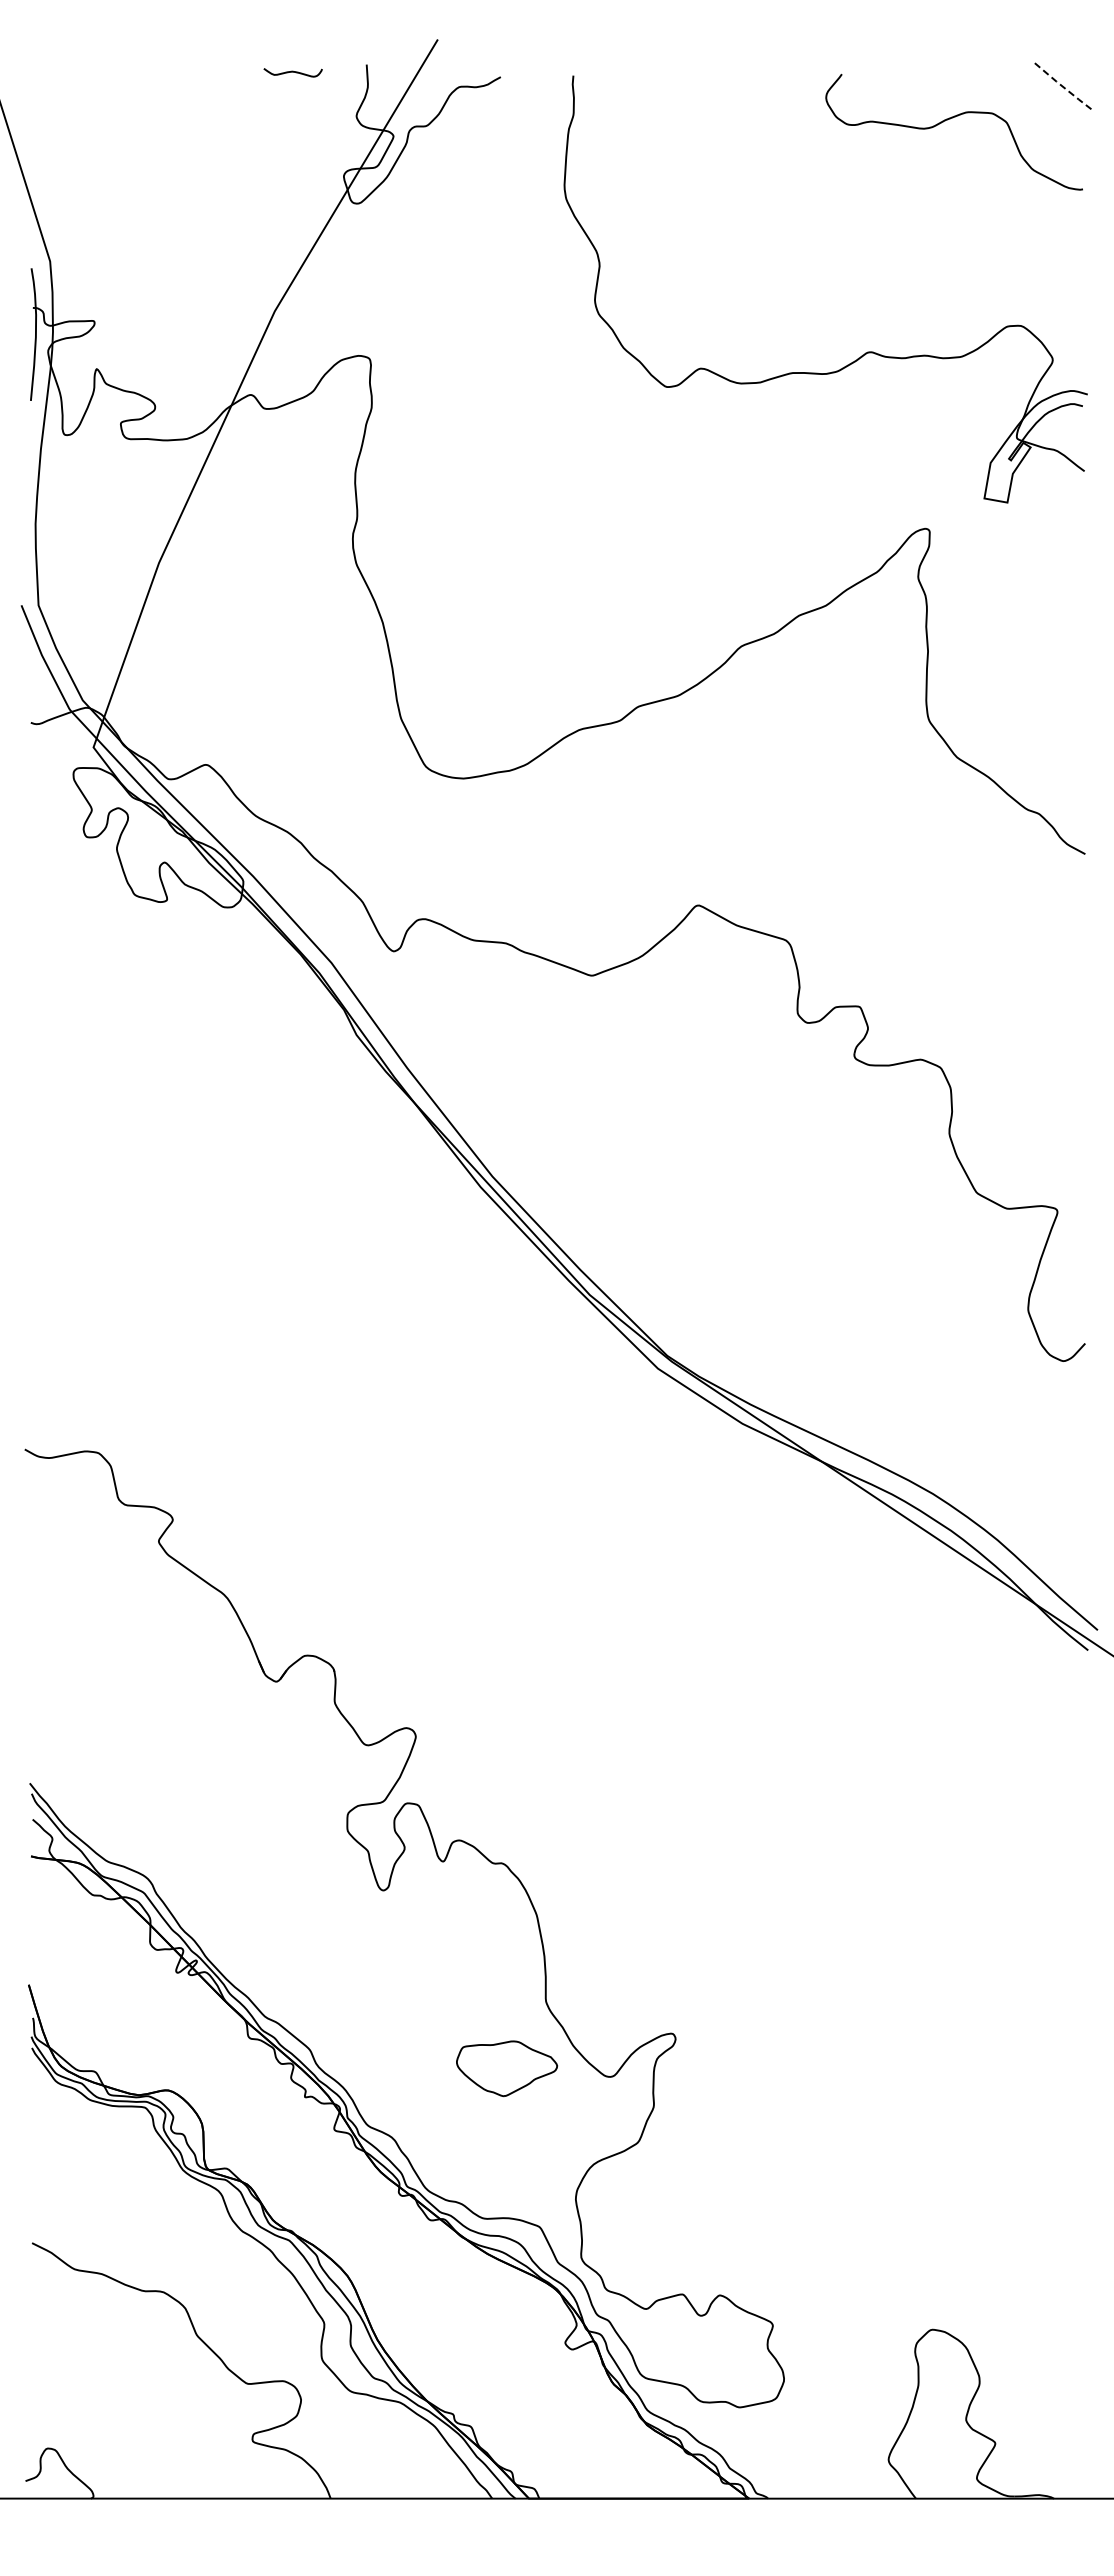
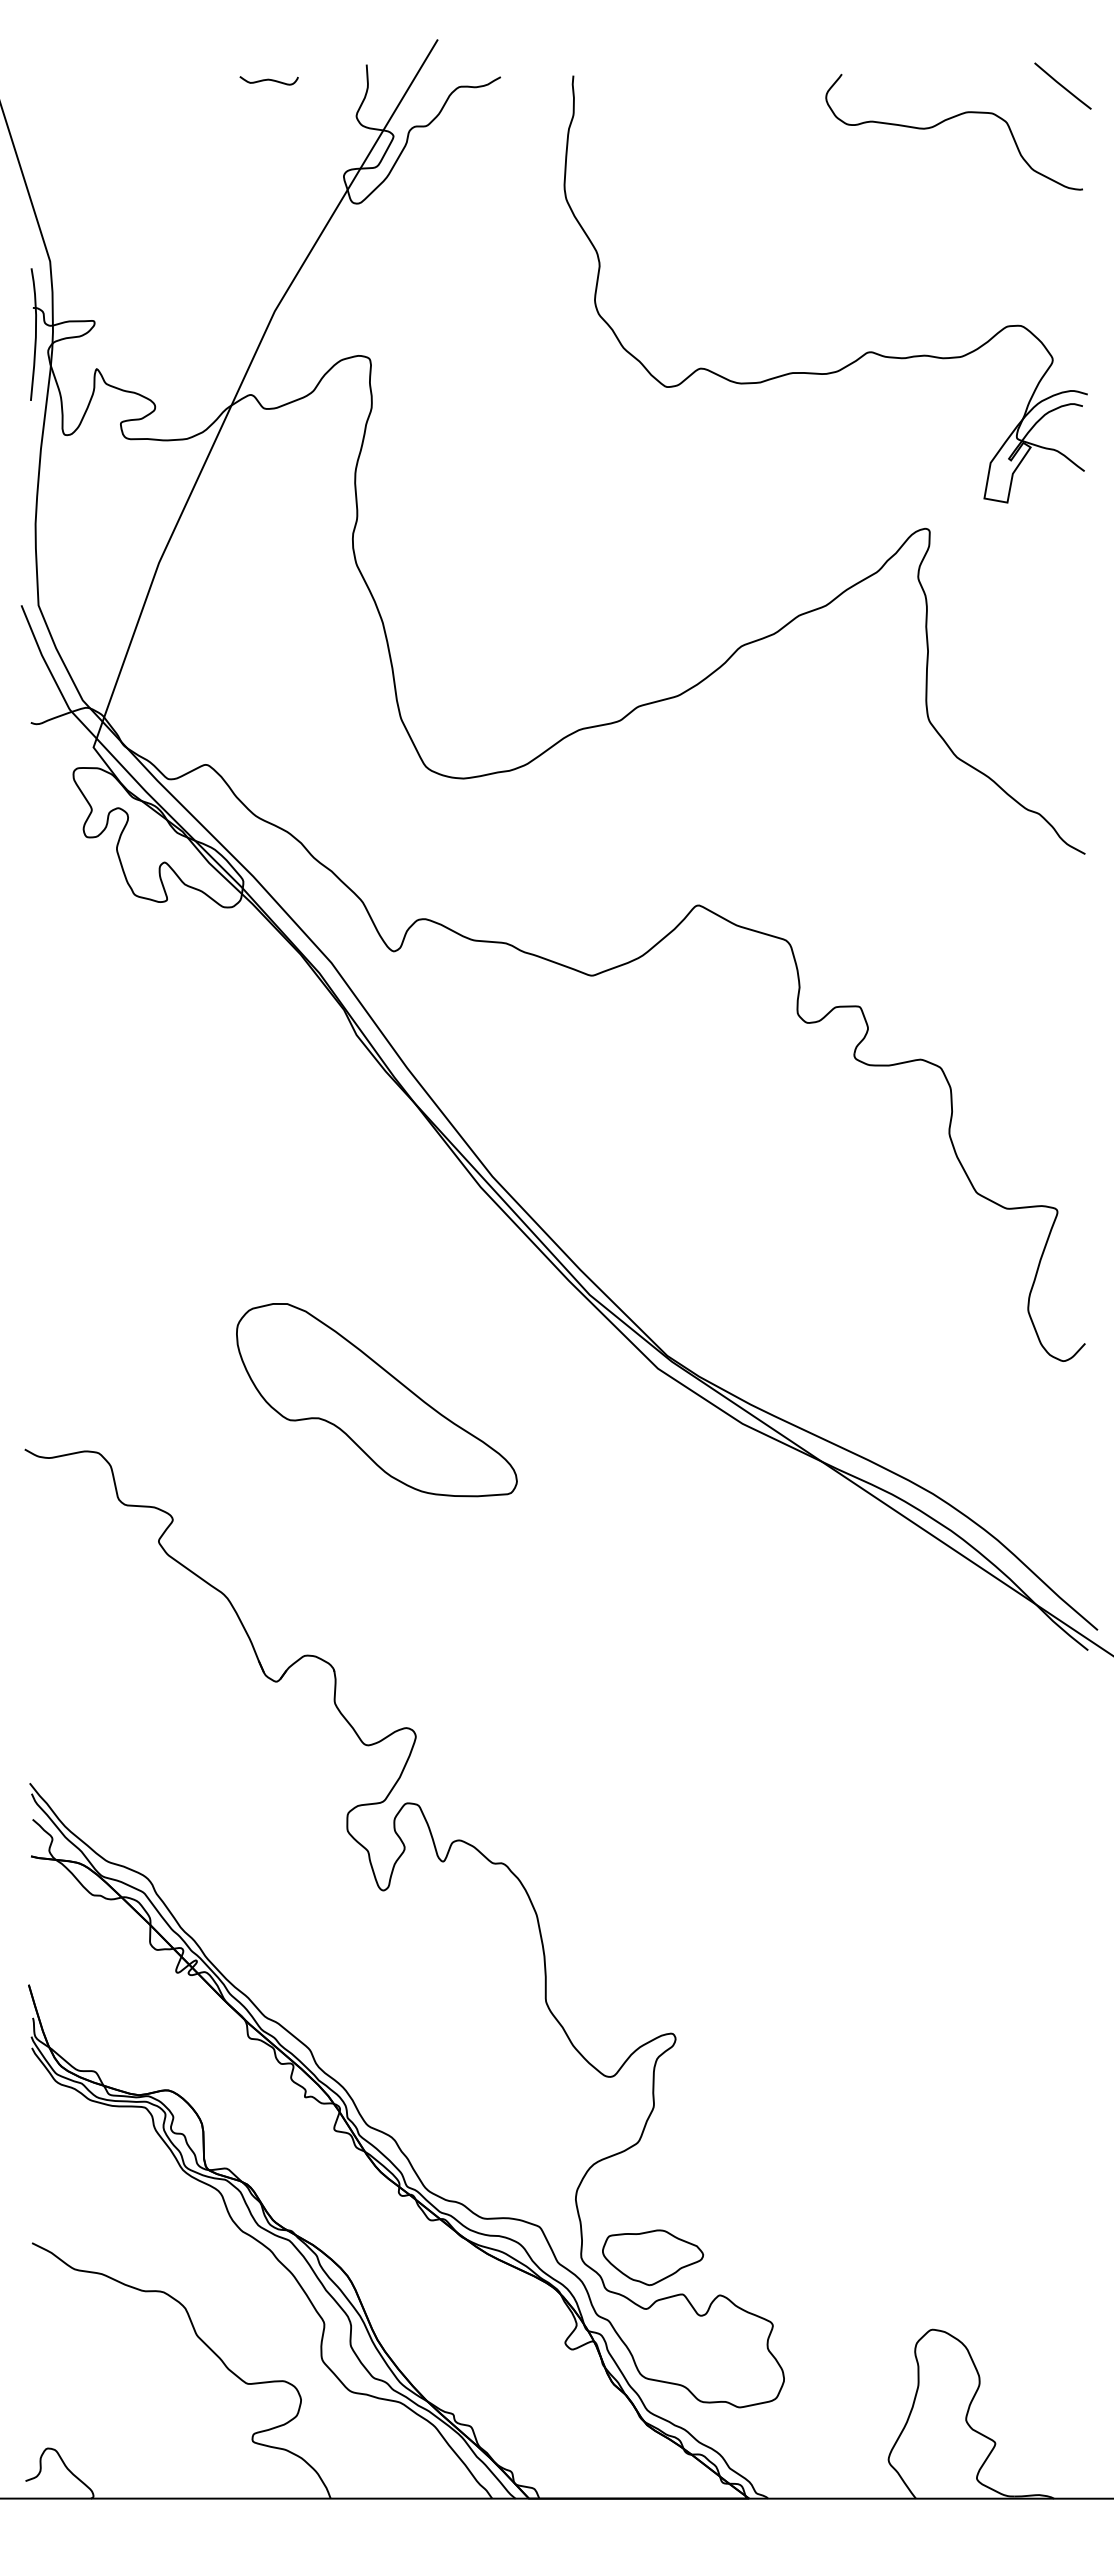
curve at (292, 72) position: (292, 72) -> (268, 80)
line at (1062, 86): dashed -> solid
part at (376, 1400): none -> present
part at (506, 2068) position: (506, 2068) -> (652, 2257)
